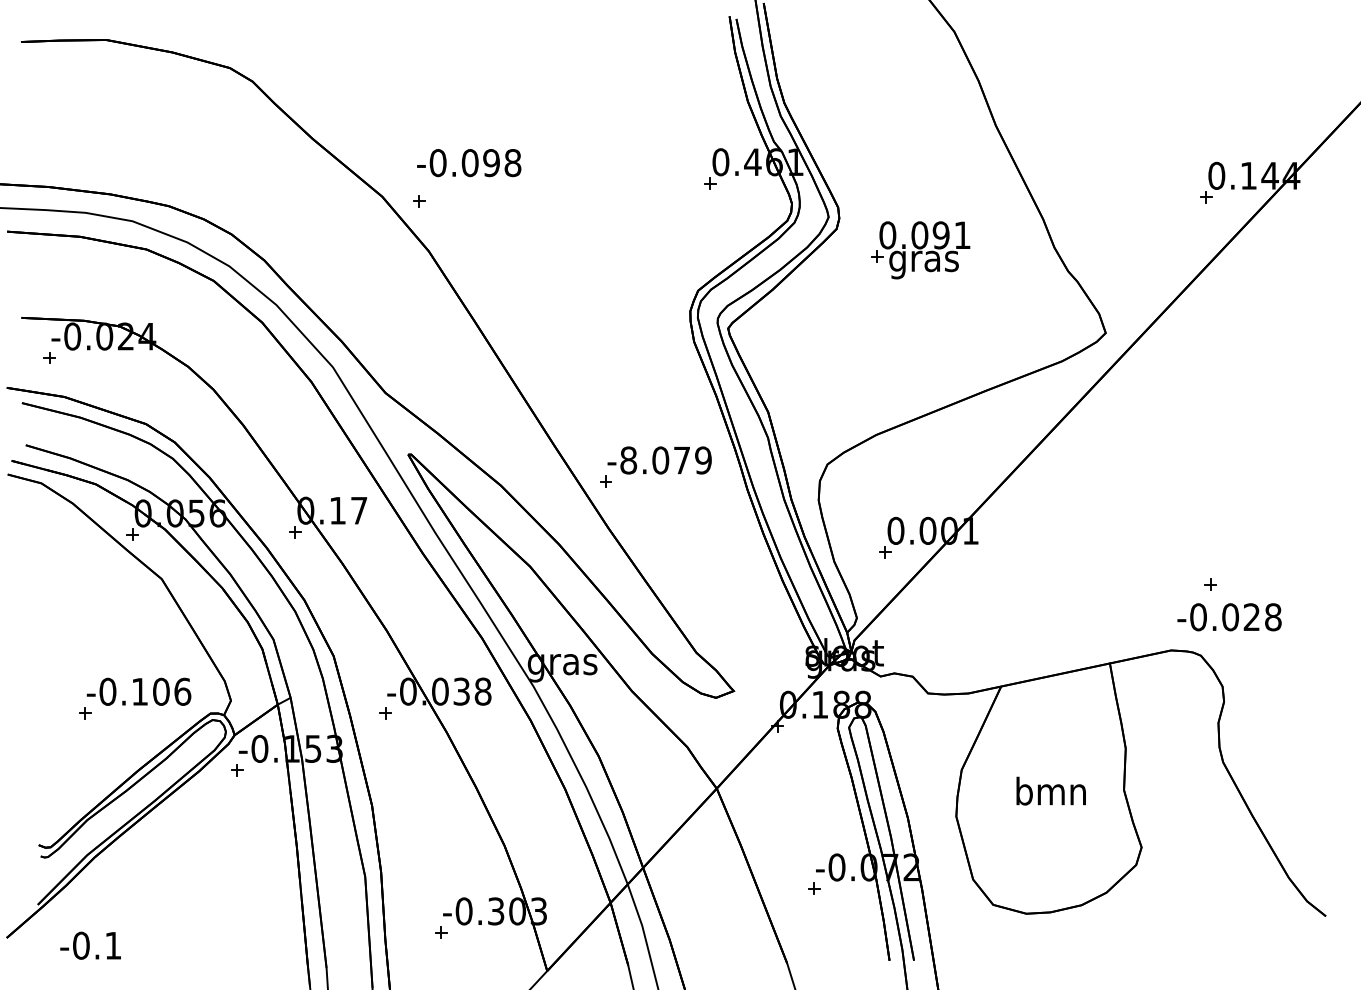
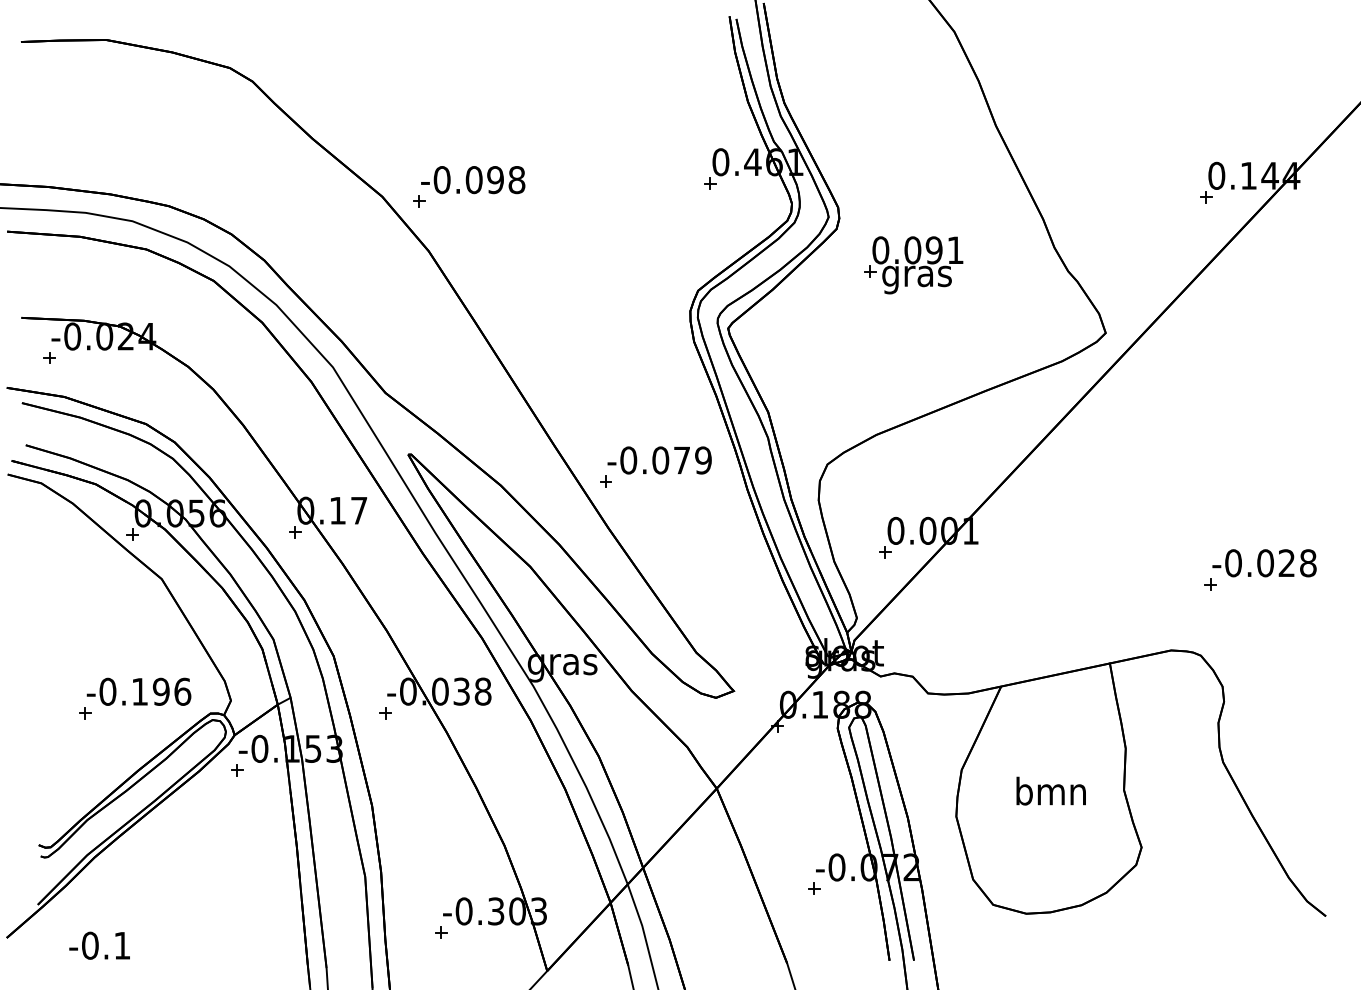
text at (469, 163) position: (469, 163) -> (473, 180)
part at (920, 250) position: (920, 250) -> (913, 265)
text at (628, 460): -8.079 -> -0.079
text at (1229, 617) position: (1229, 617) -> (1264, 563)
text at (160, 691): -0.106 -> -0.196
text at (90, 945) position: (90, 945) -> (99, 945)
